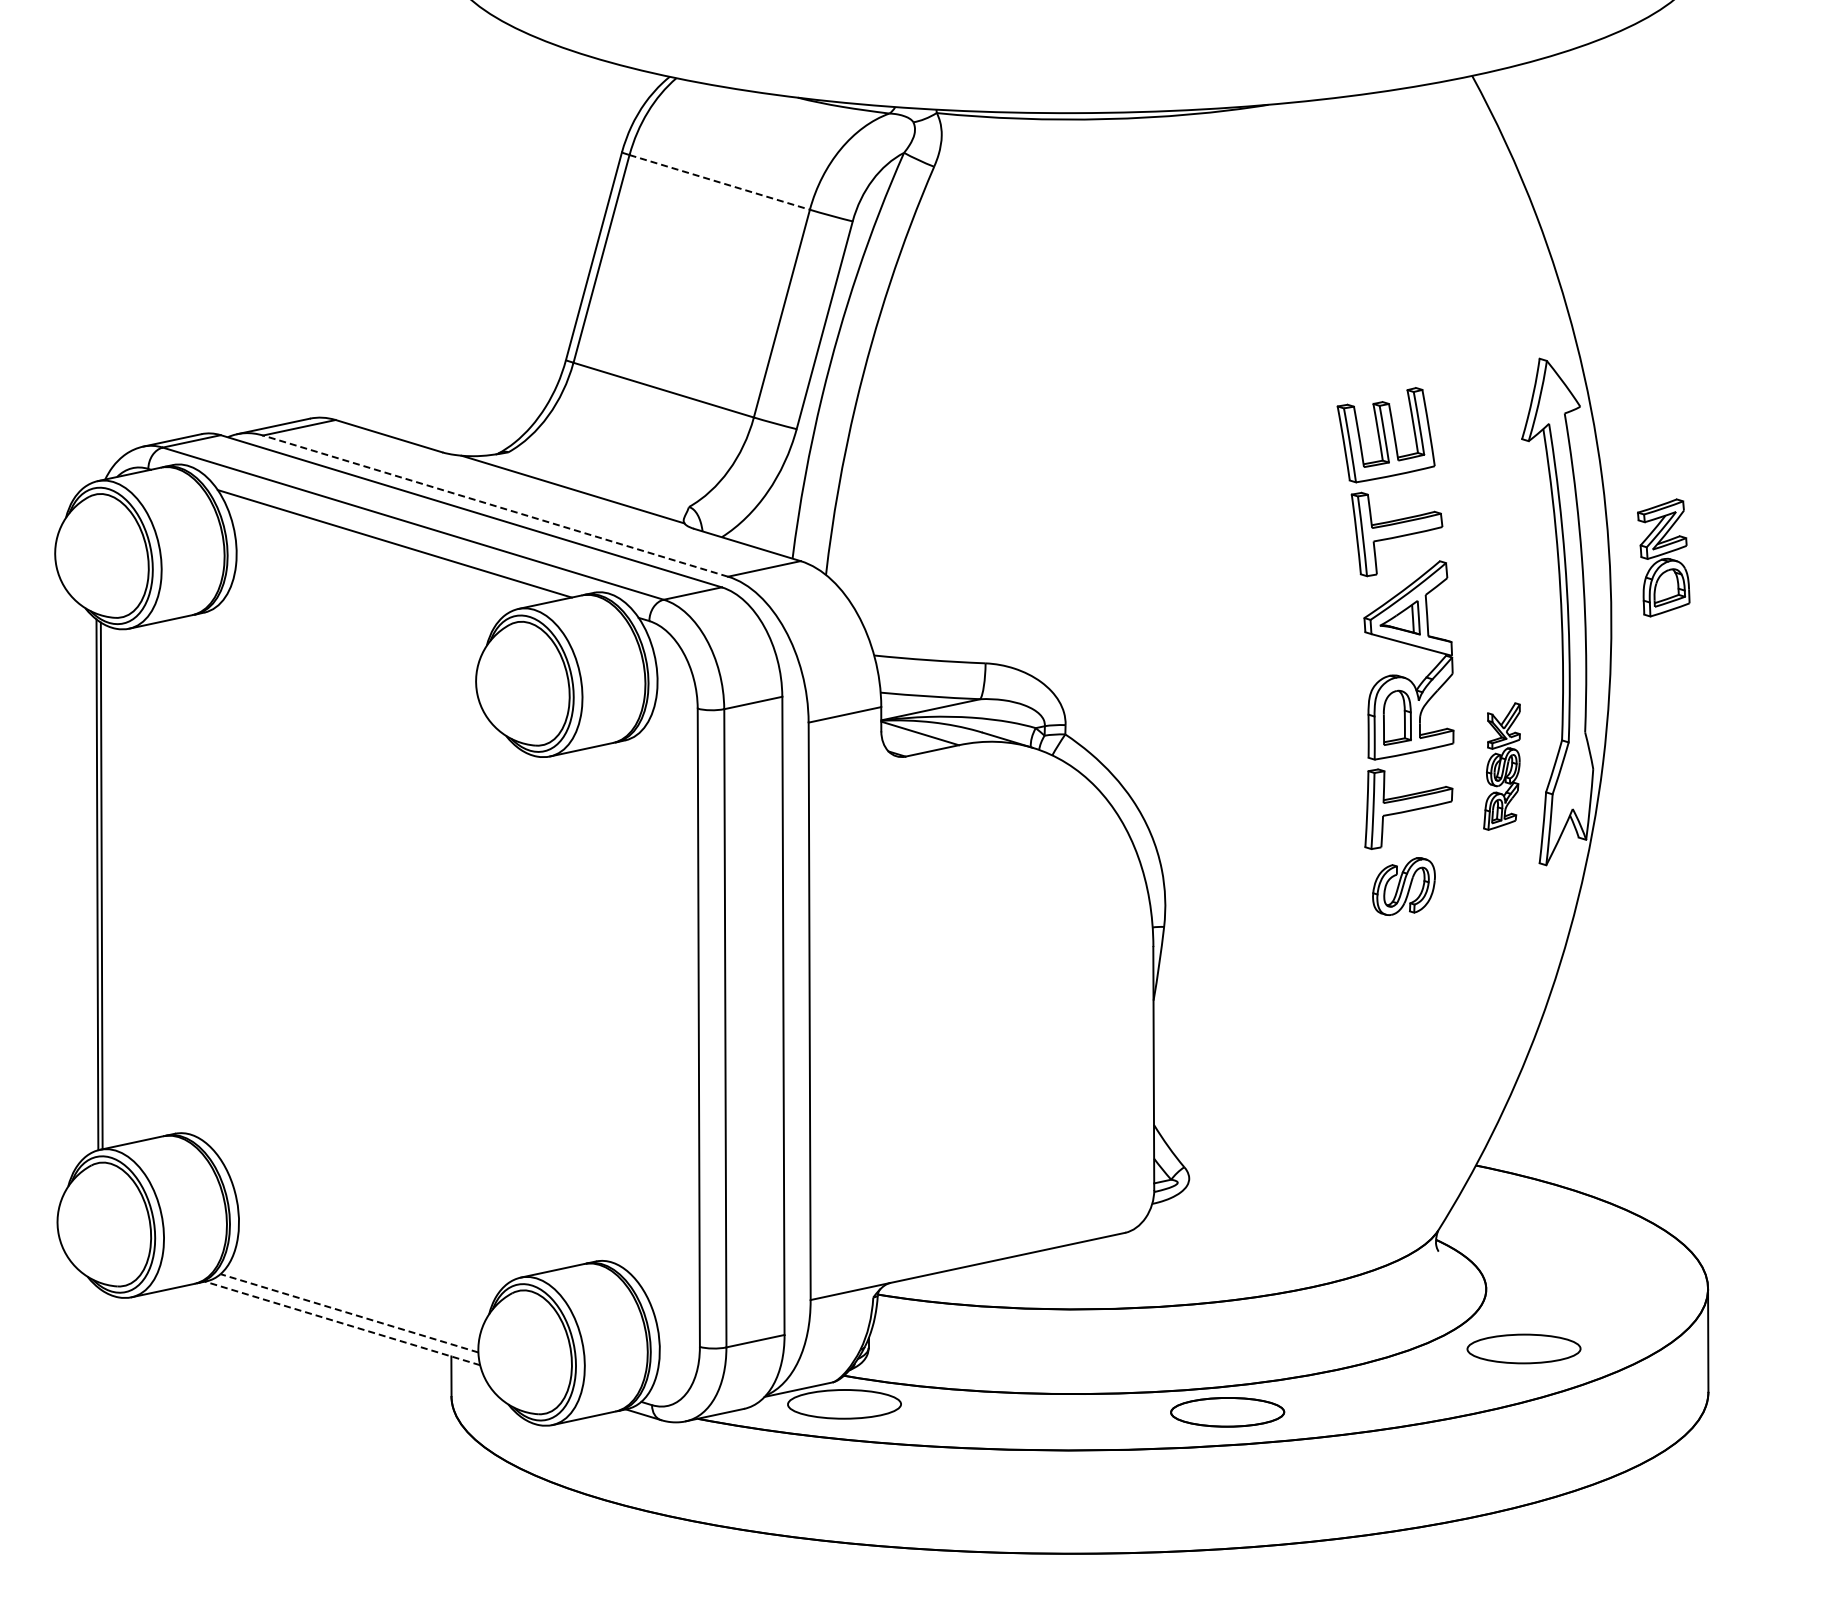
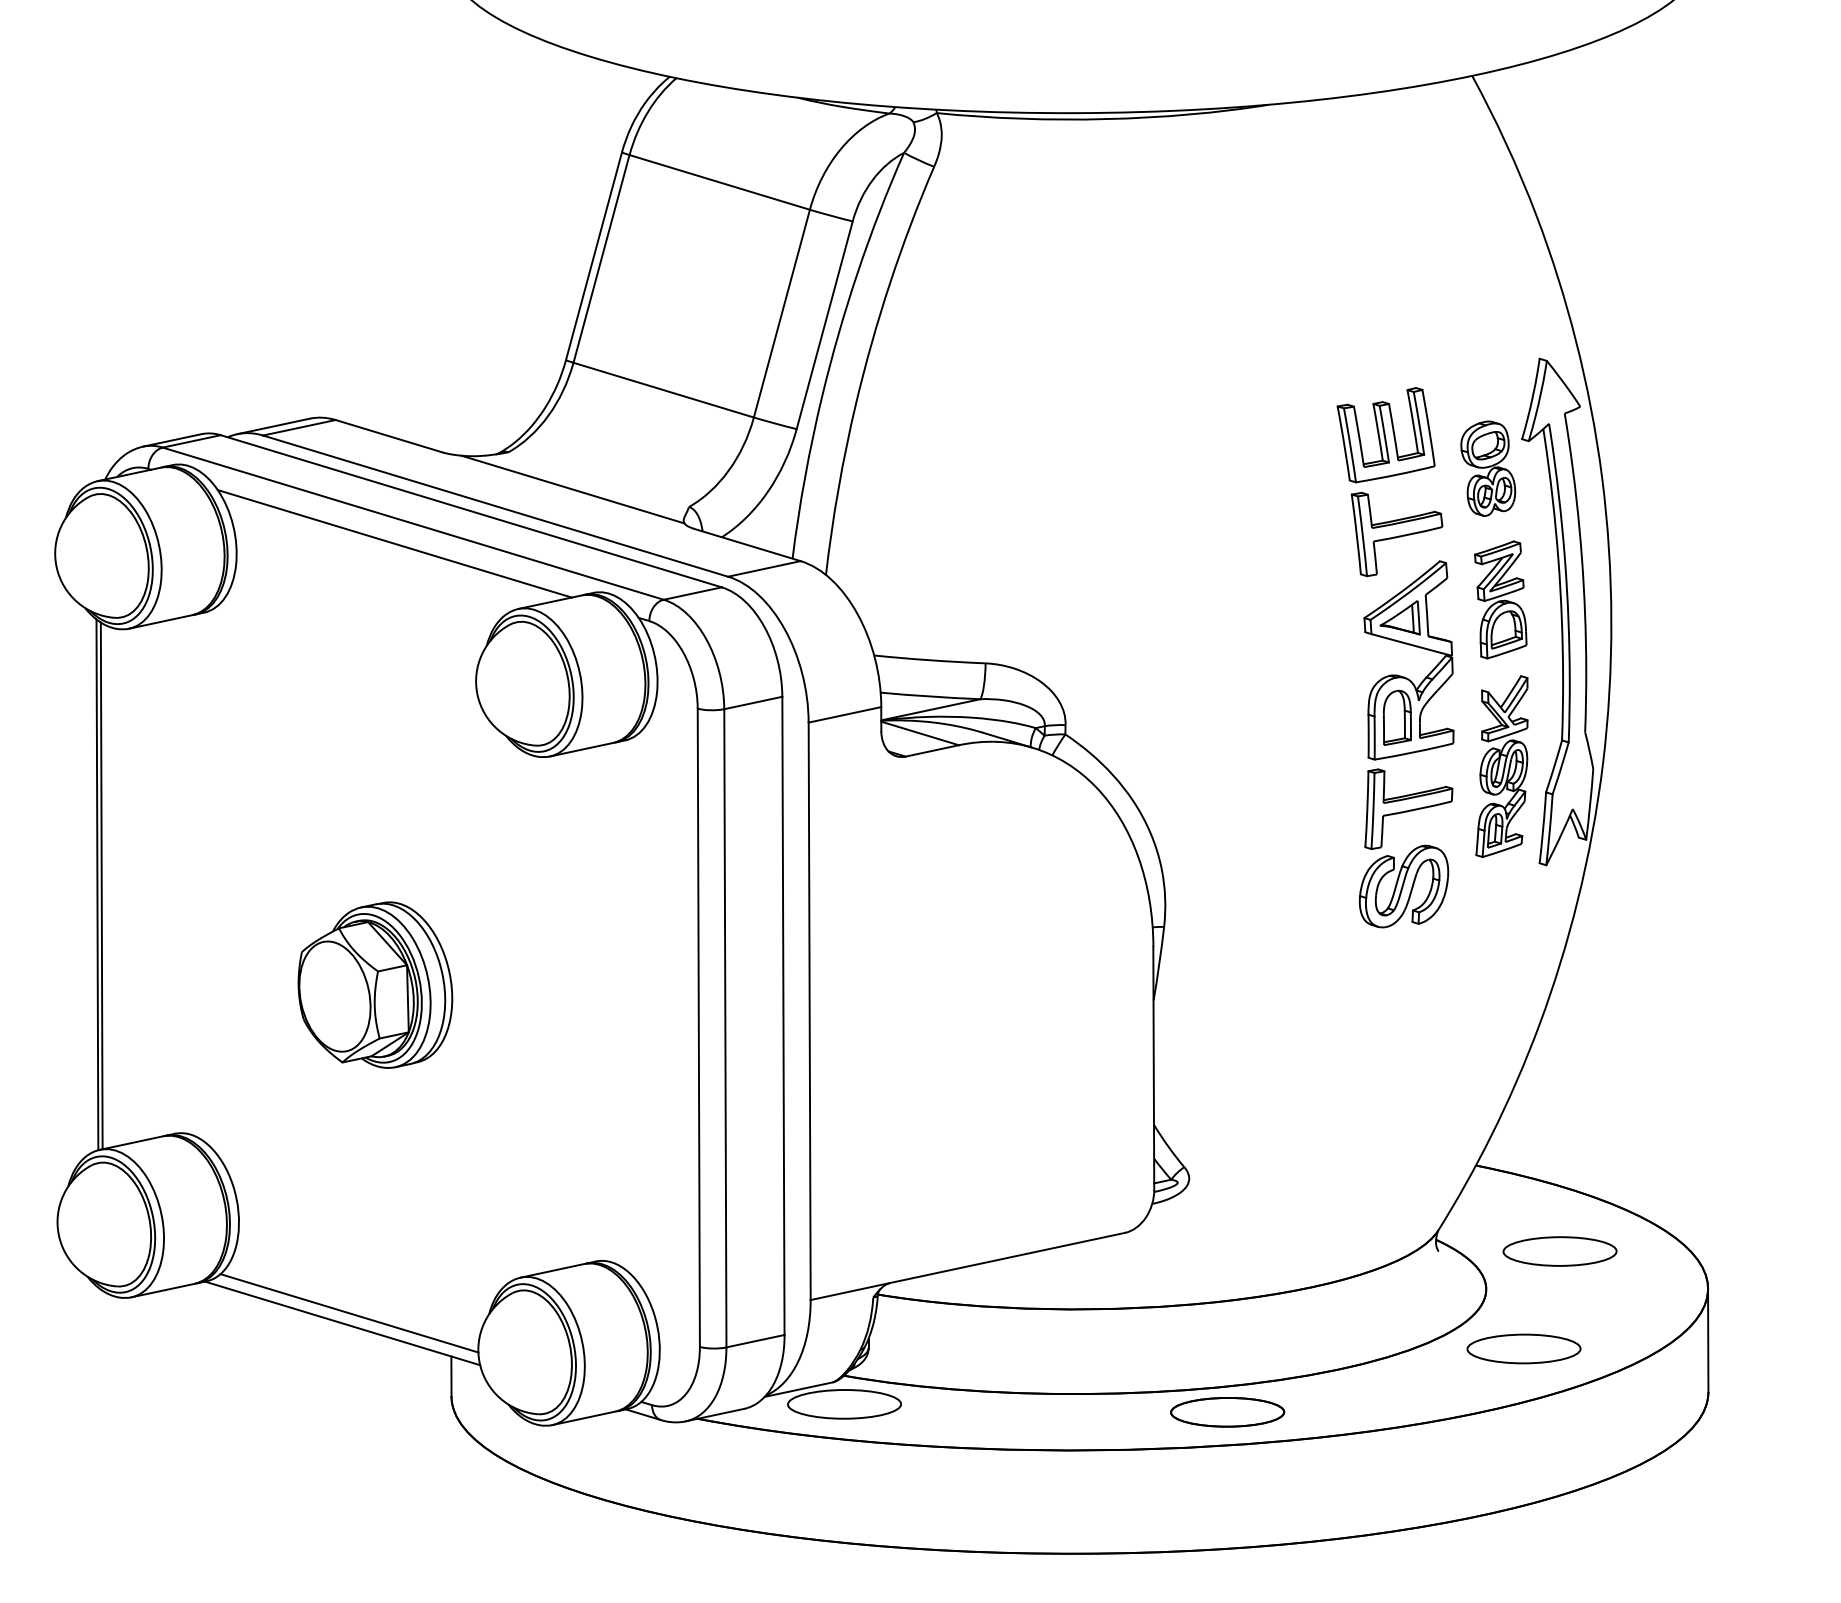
line at (720, 182): dashed -> solid
part at (1488, 468): none -> present
line at (495, 506): dashed -> solid
part at (1663, 557) position: (1663, 557) -> (1500, 599)
part at (1501, 766) size: 38x129 px -> 54x183 px
part at (1403, 886) size: 64x59 px -> 92x85 px
part at (375, 984): none -> present
part at (1559, 1251): none -> present
line at (349, 1313): dashed -> solid
line at (342, 1323): dashed -> solid
